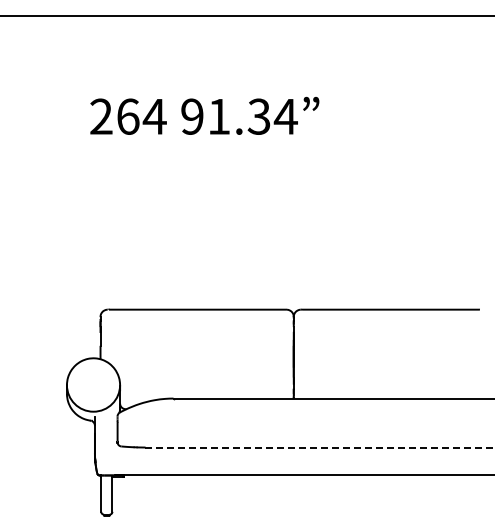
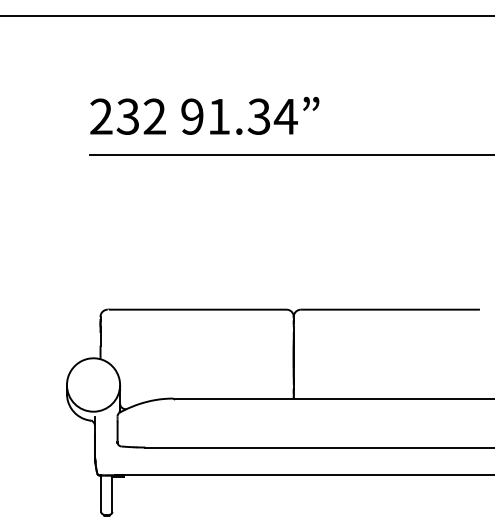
text at (141, 116): 264 -> 232
line at (290, 154): none -> present
line at (320, 447): dashed -> solid
